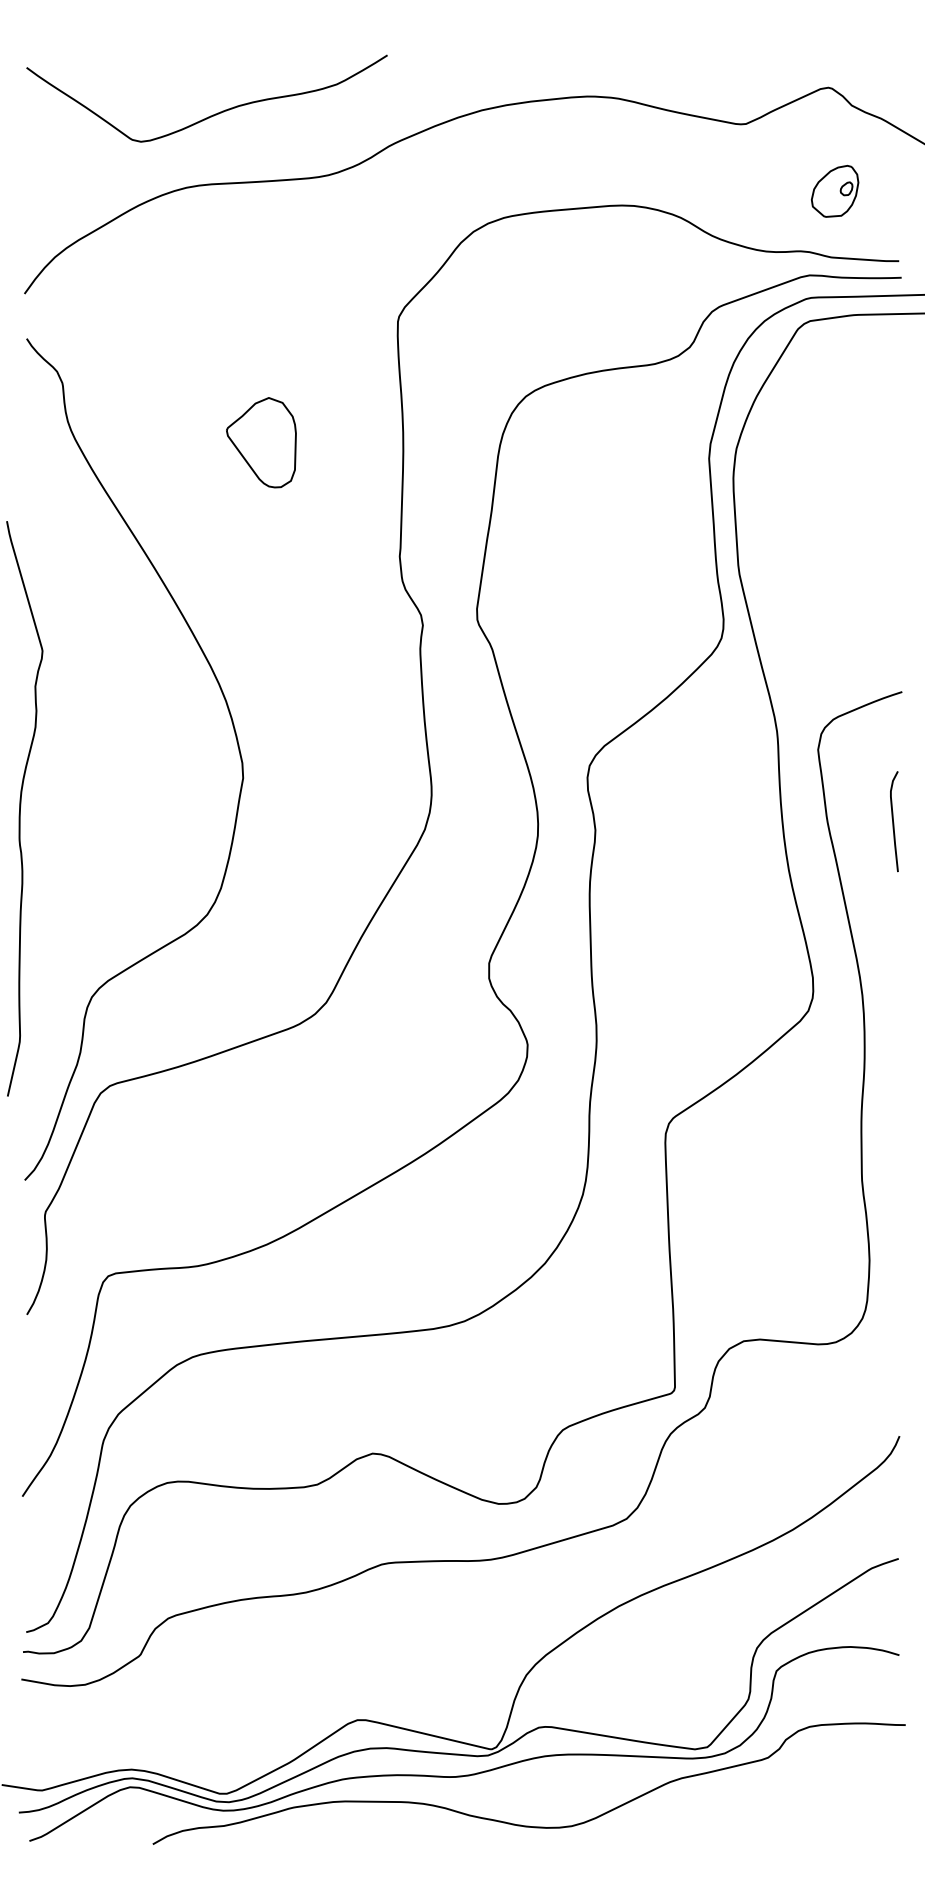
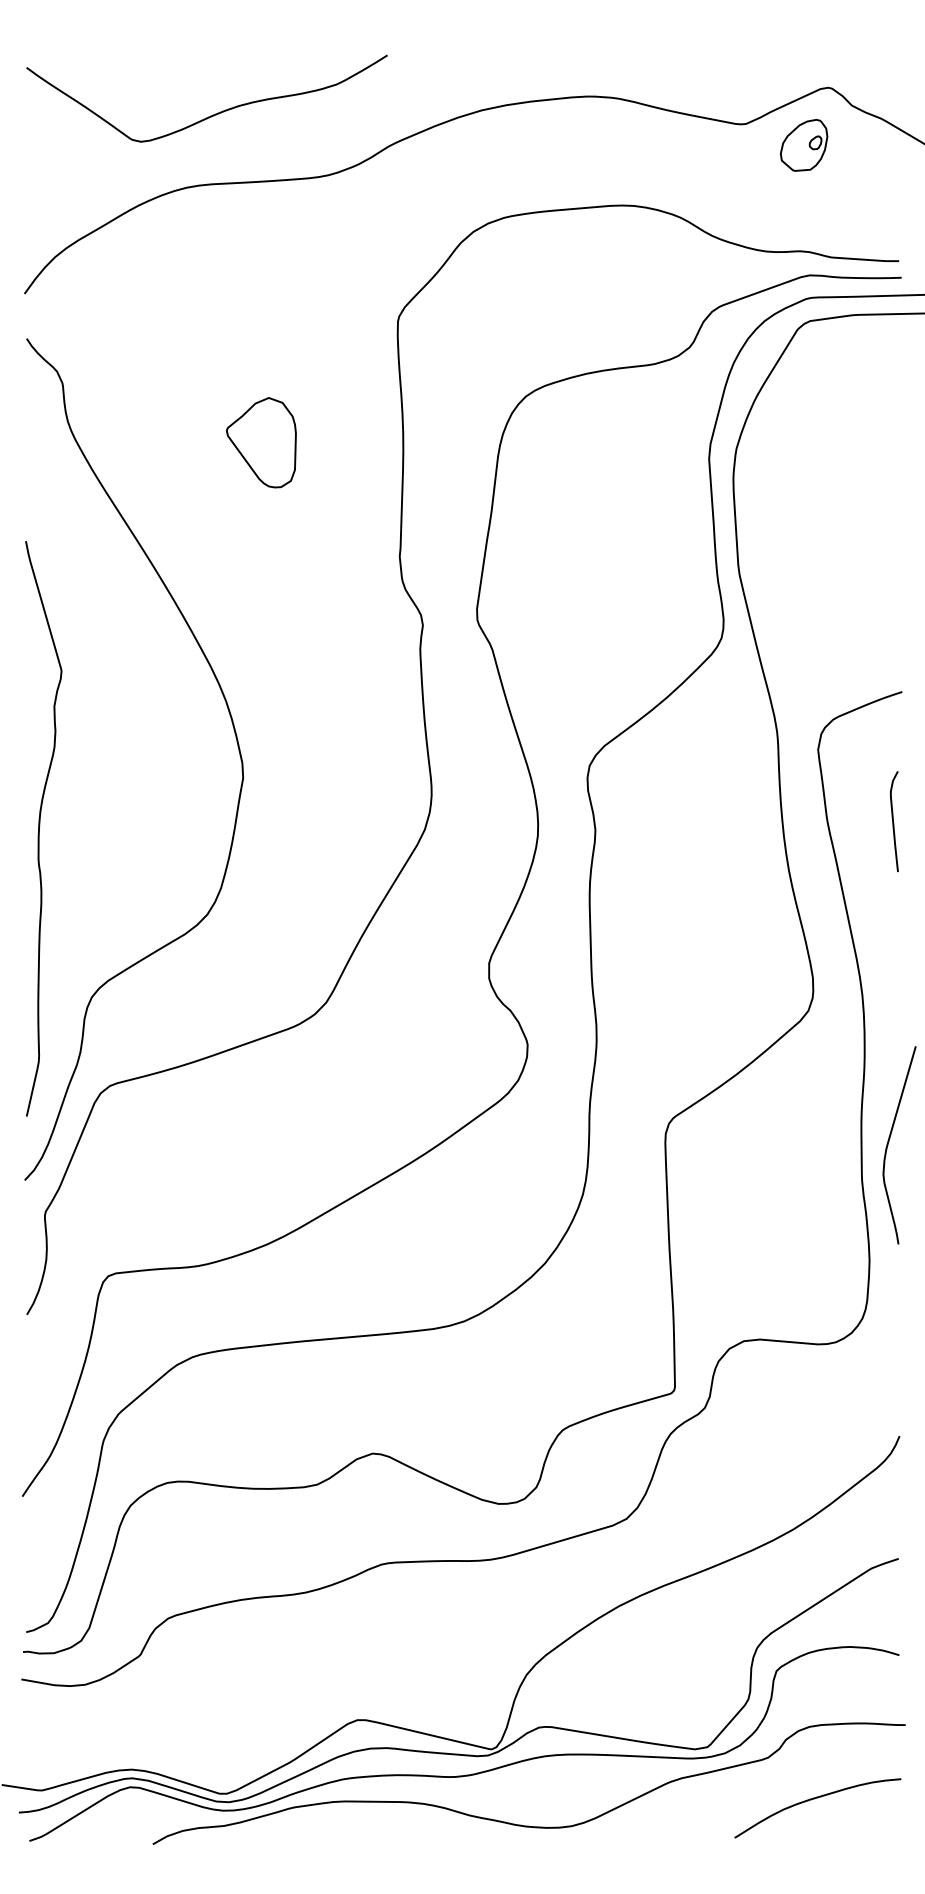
part at (835, 190) position: (835, 190) -> (804, 144)
curve at (21, 806) position: (21, 806) -> (40, 826)
curve at (889, 1142): none -> present
curve at (814, 1799): none -> present
